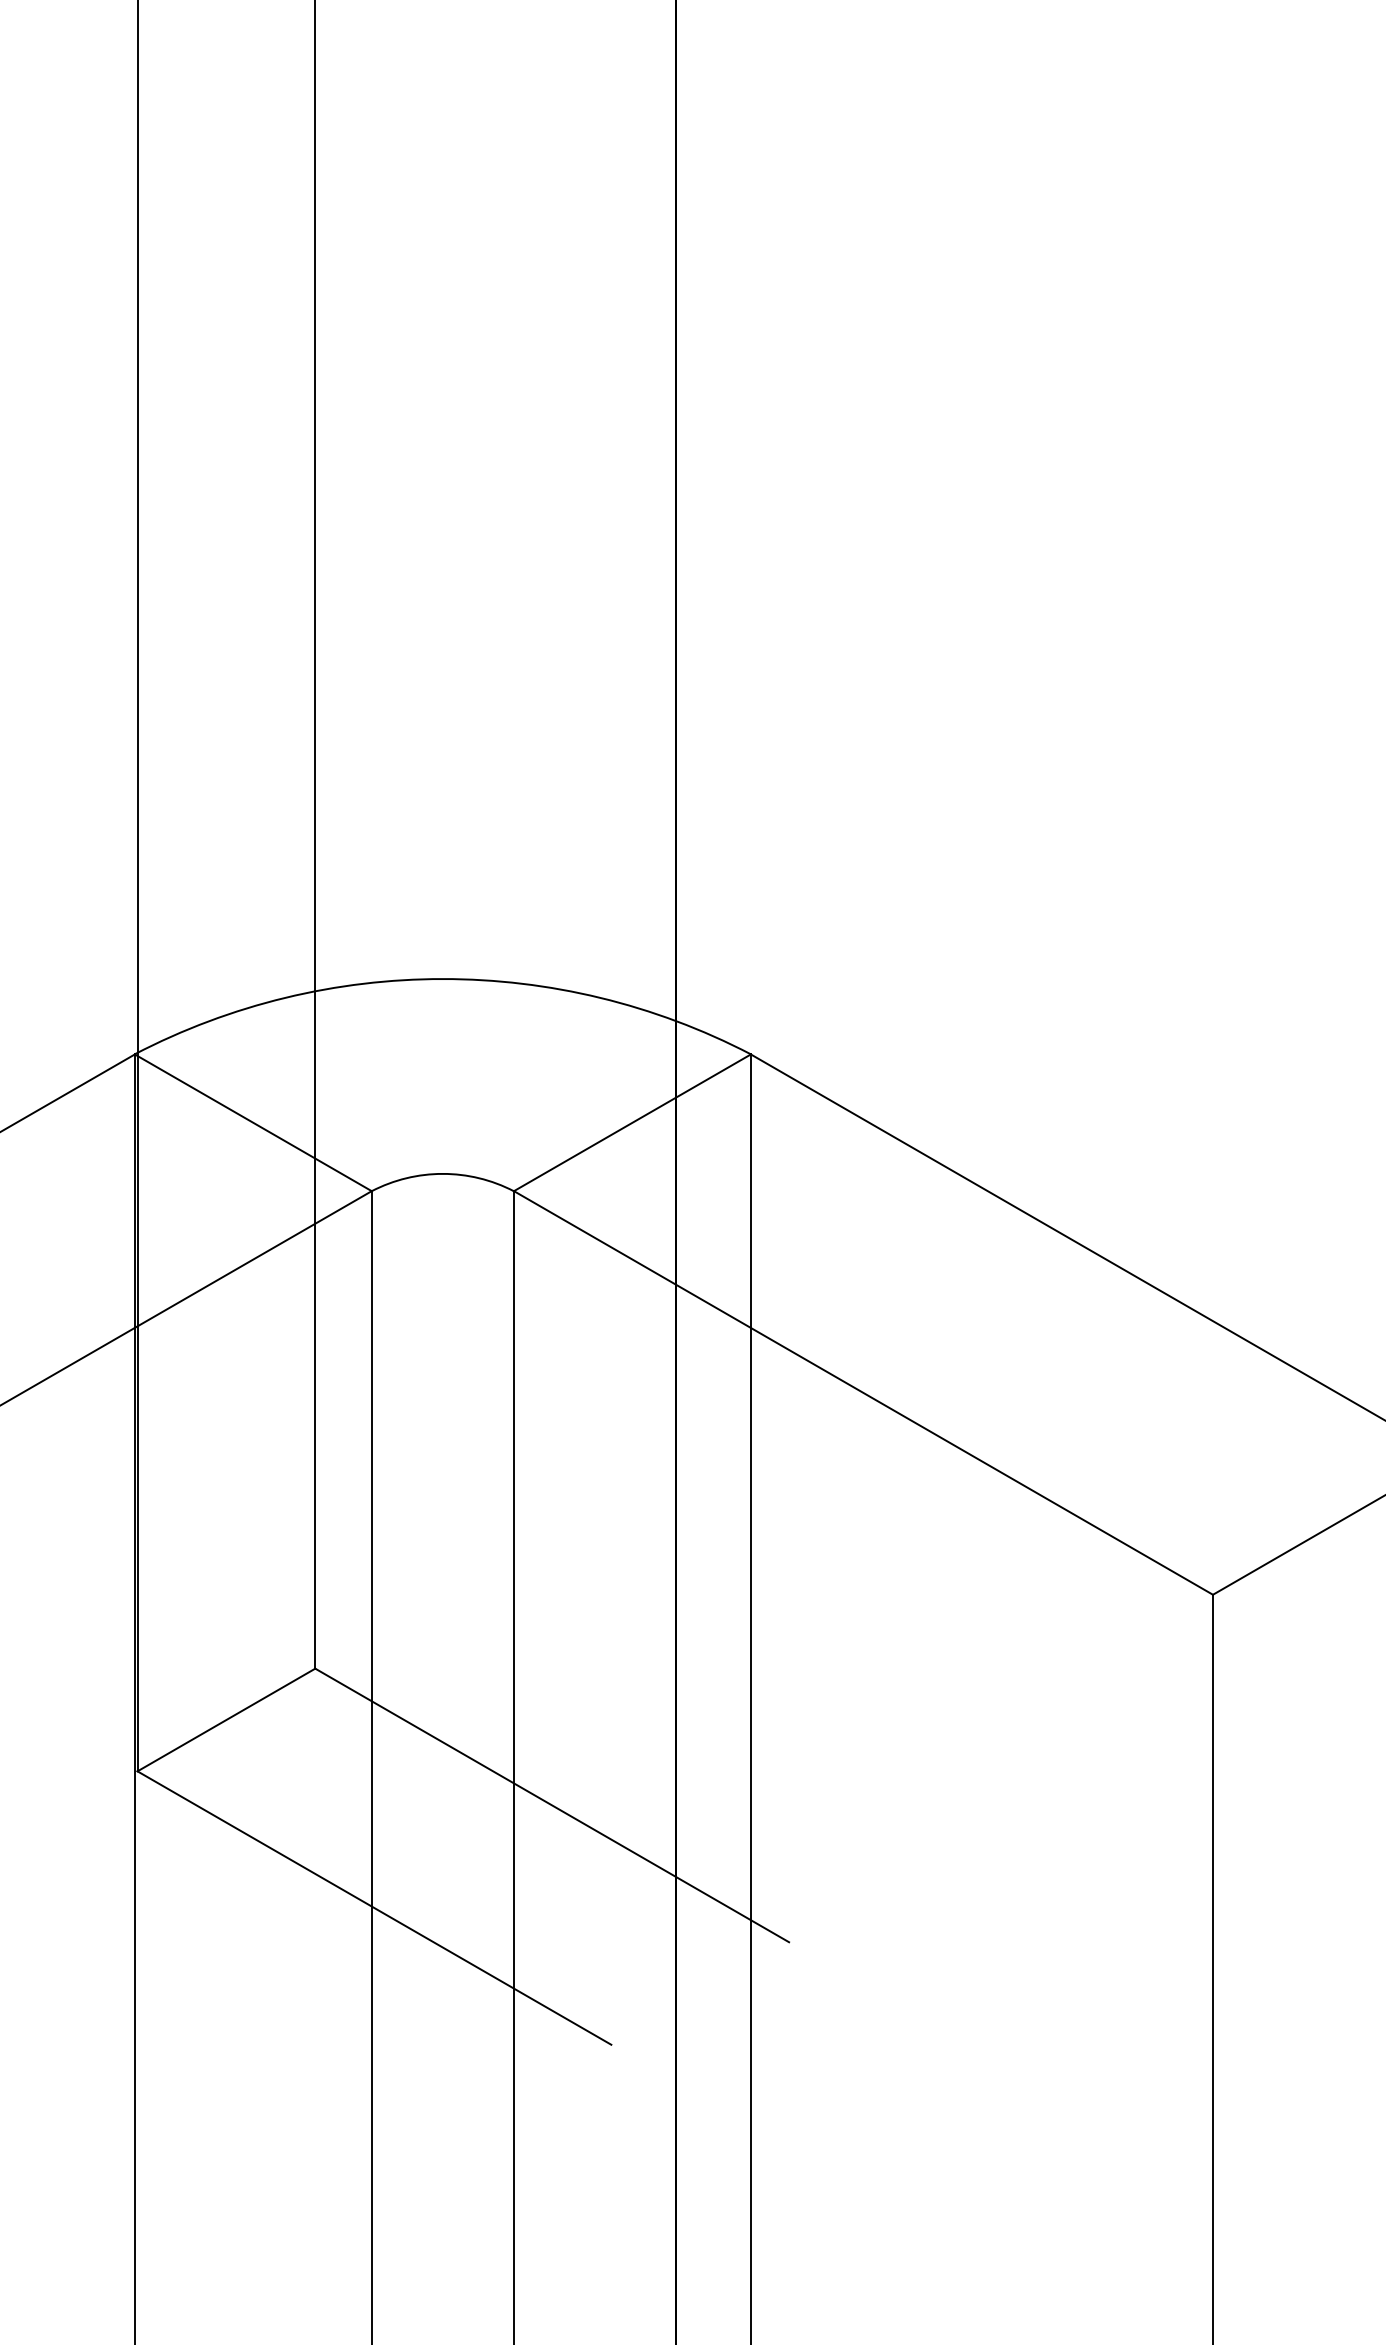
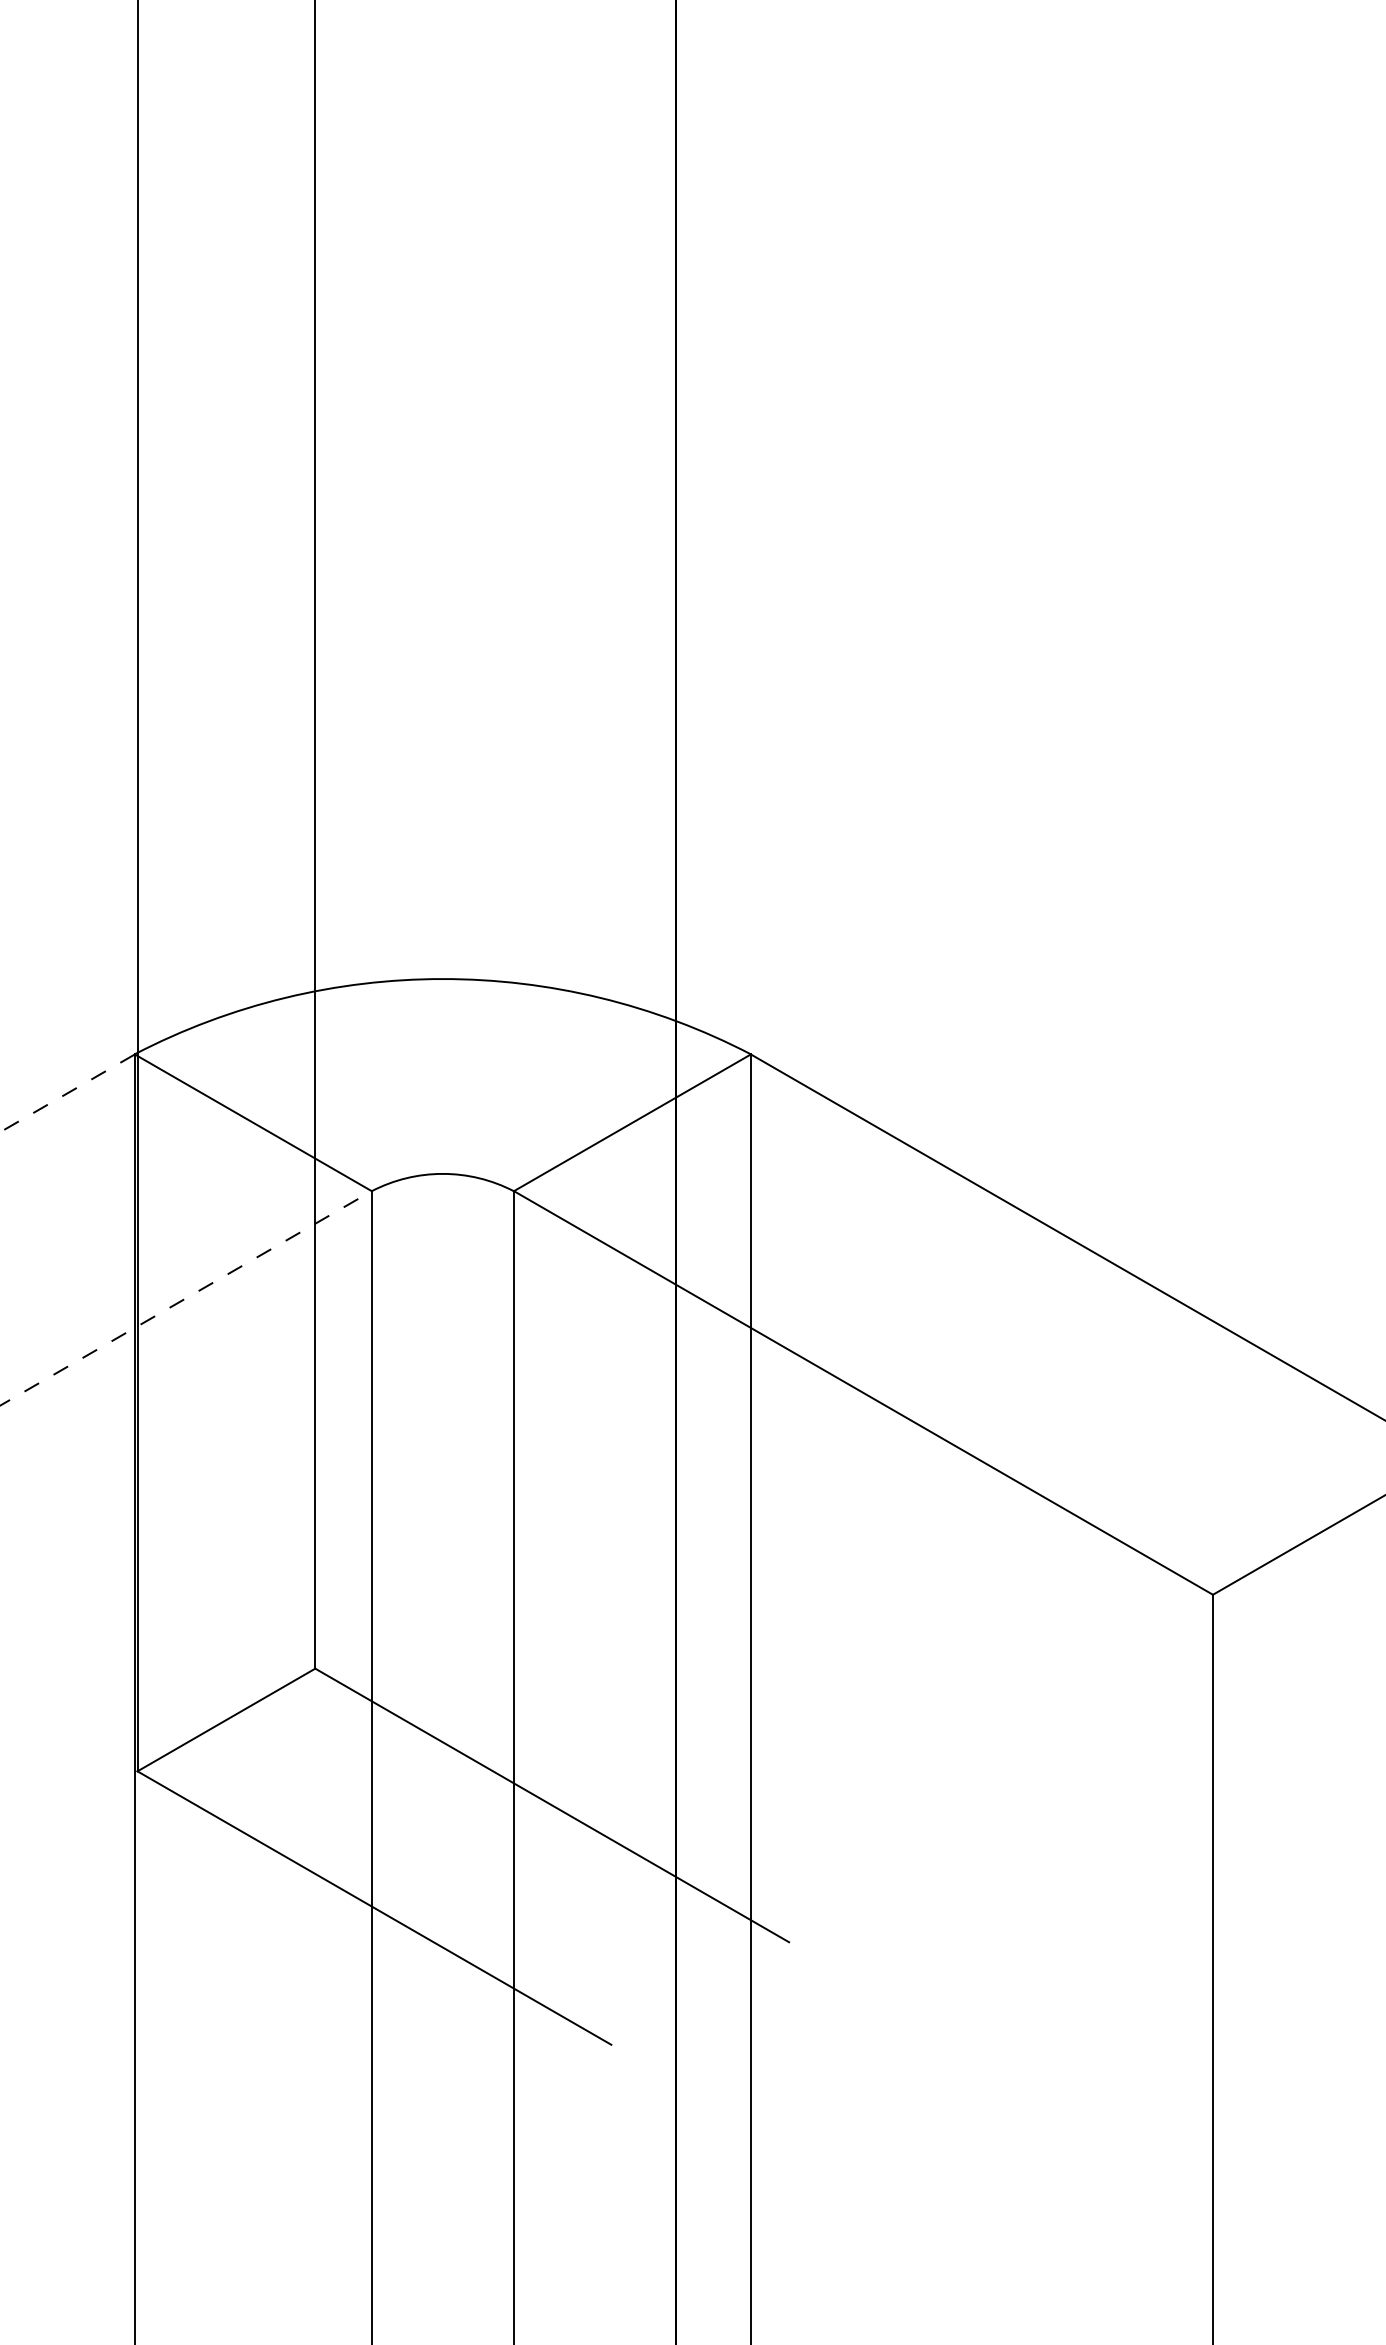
line at (67, 1093): solid -> dashed
line at (186, 1298): solid -> dashed
